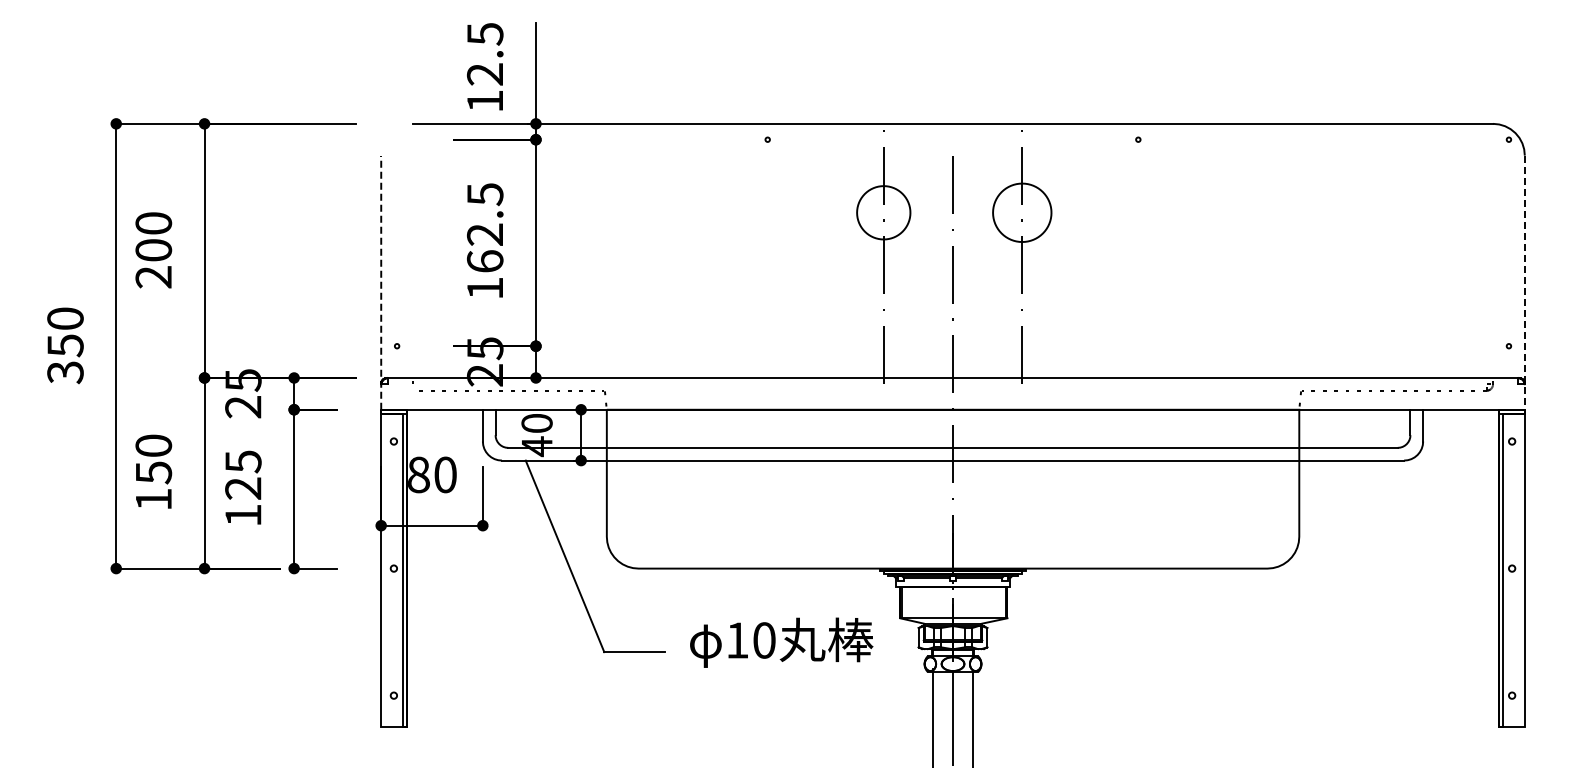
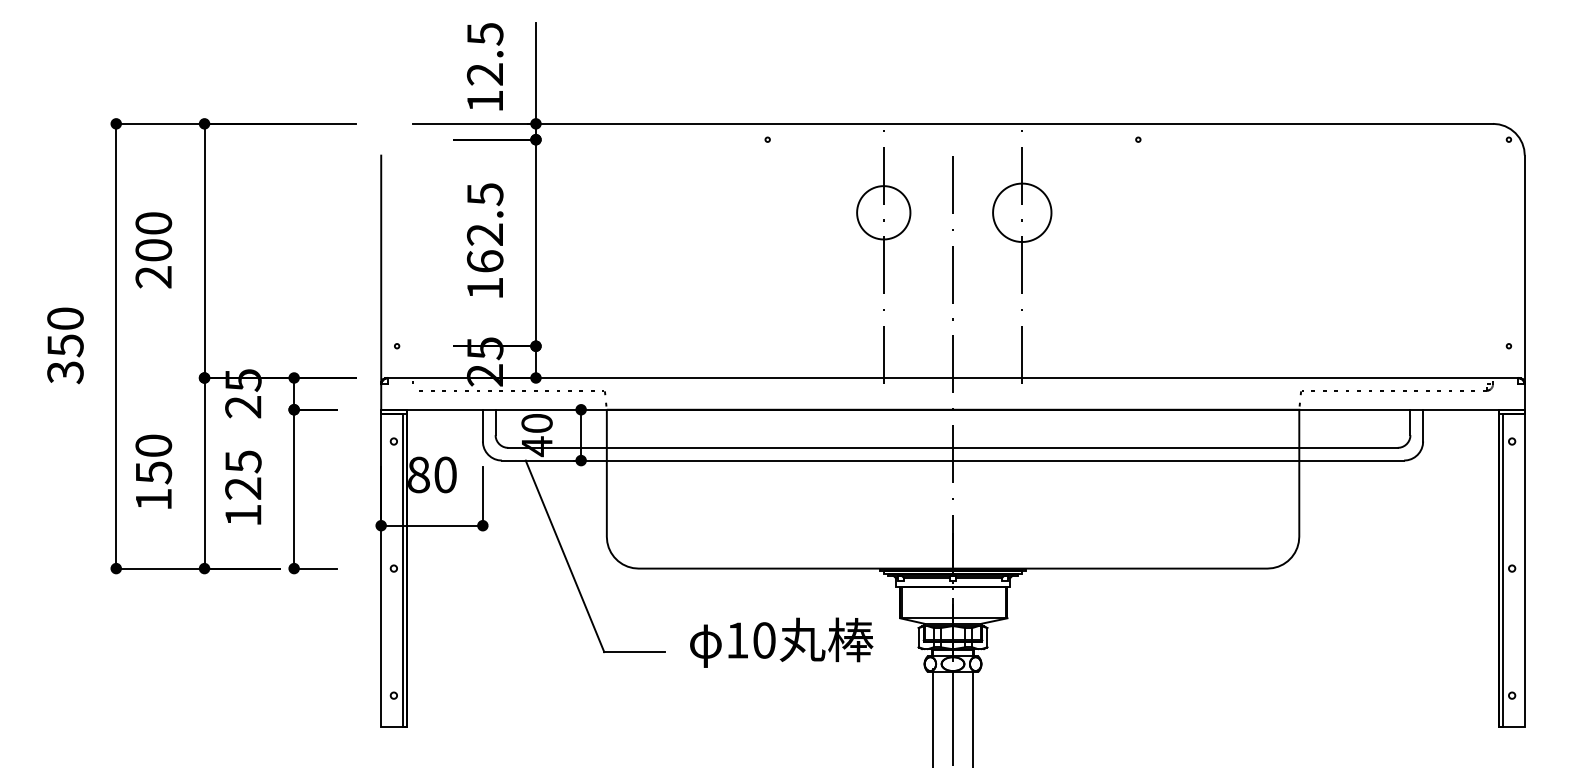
line at (381, 282): dashed -> solid
line at (1524, 283): dashed -> solid
